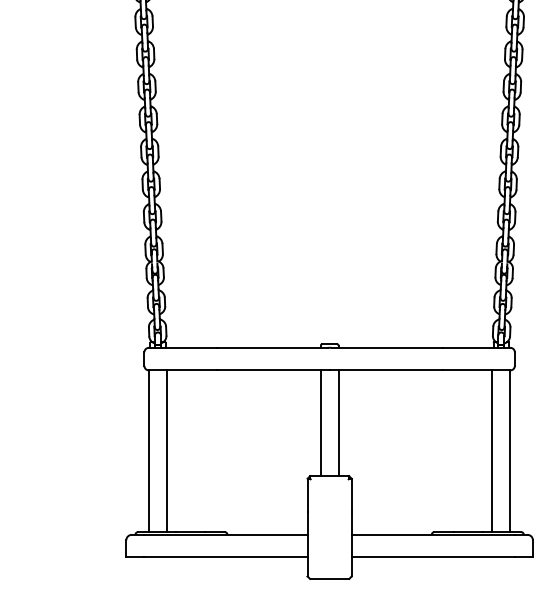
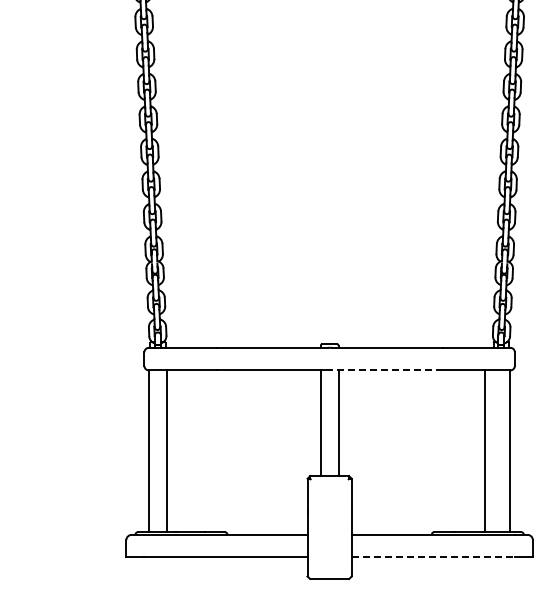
line at (385, 370): solid -> dashed
line at (492, 451) position: (492, 451) -> (485, 451)
line at (433, 557): solid -> dashed
